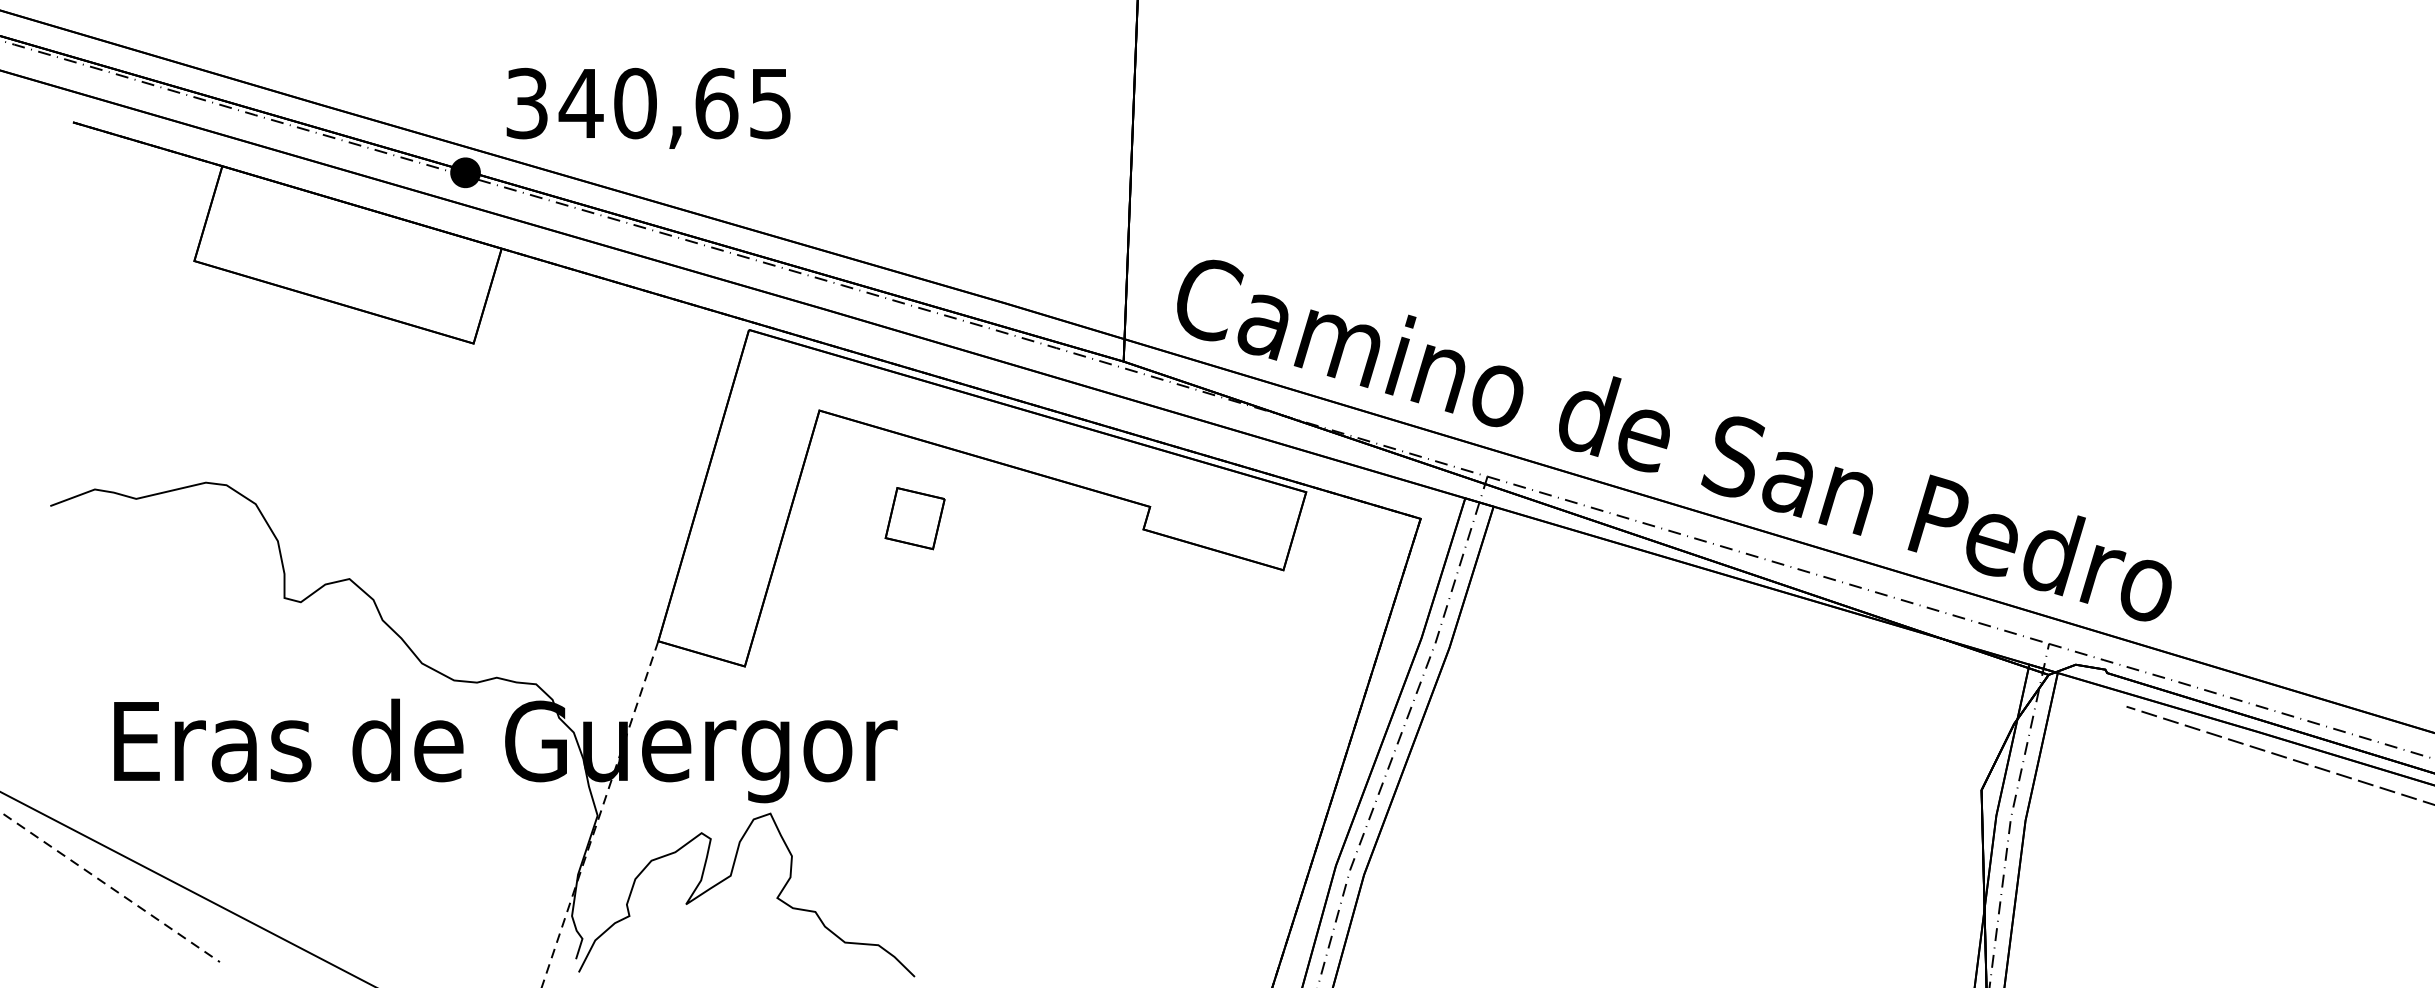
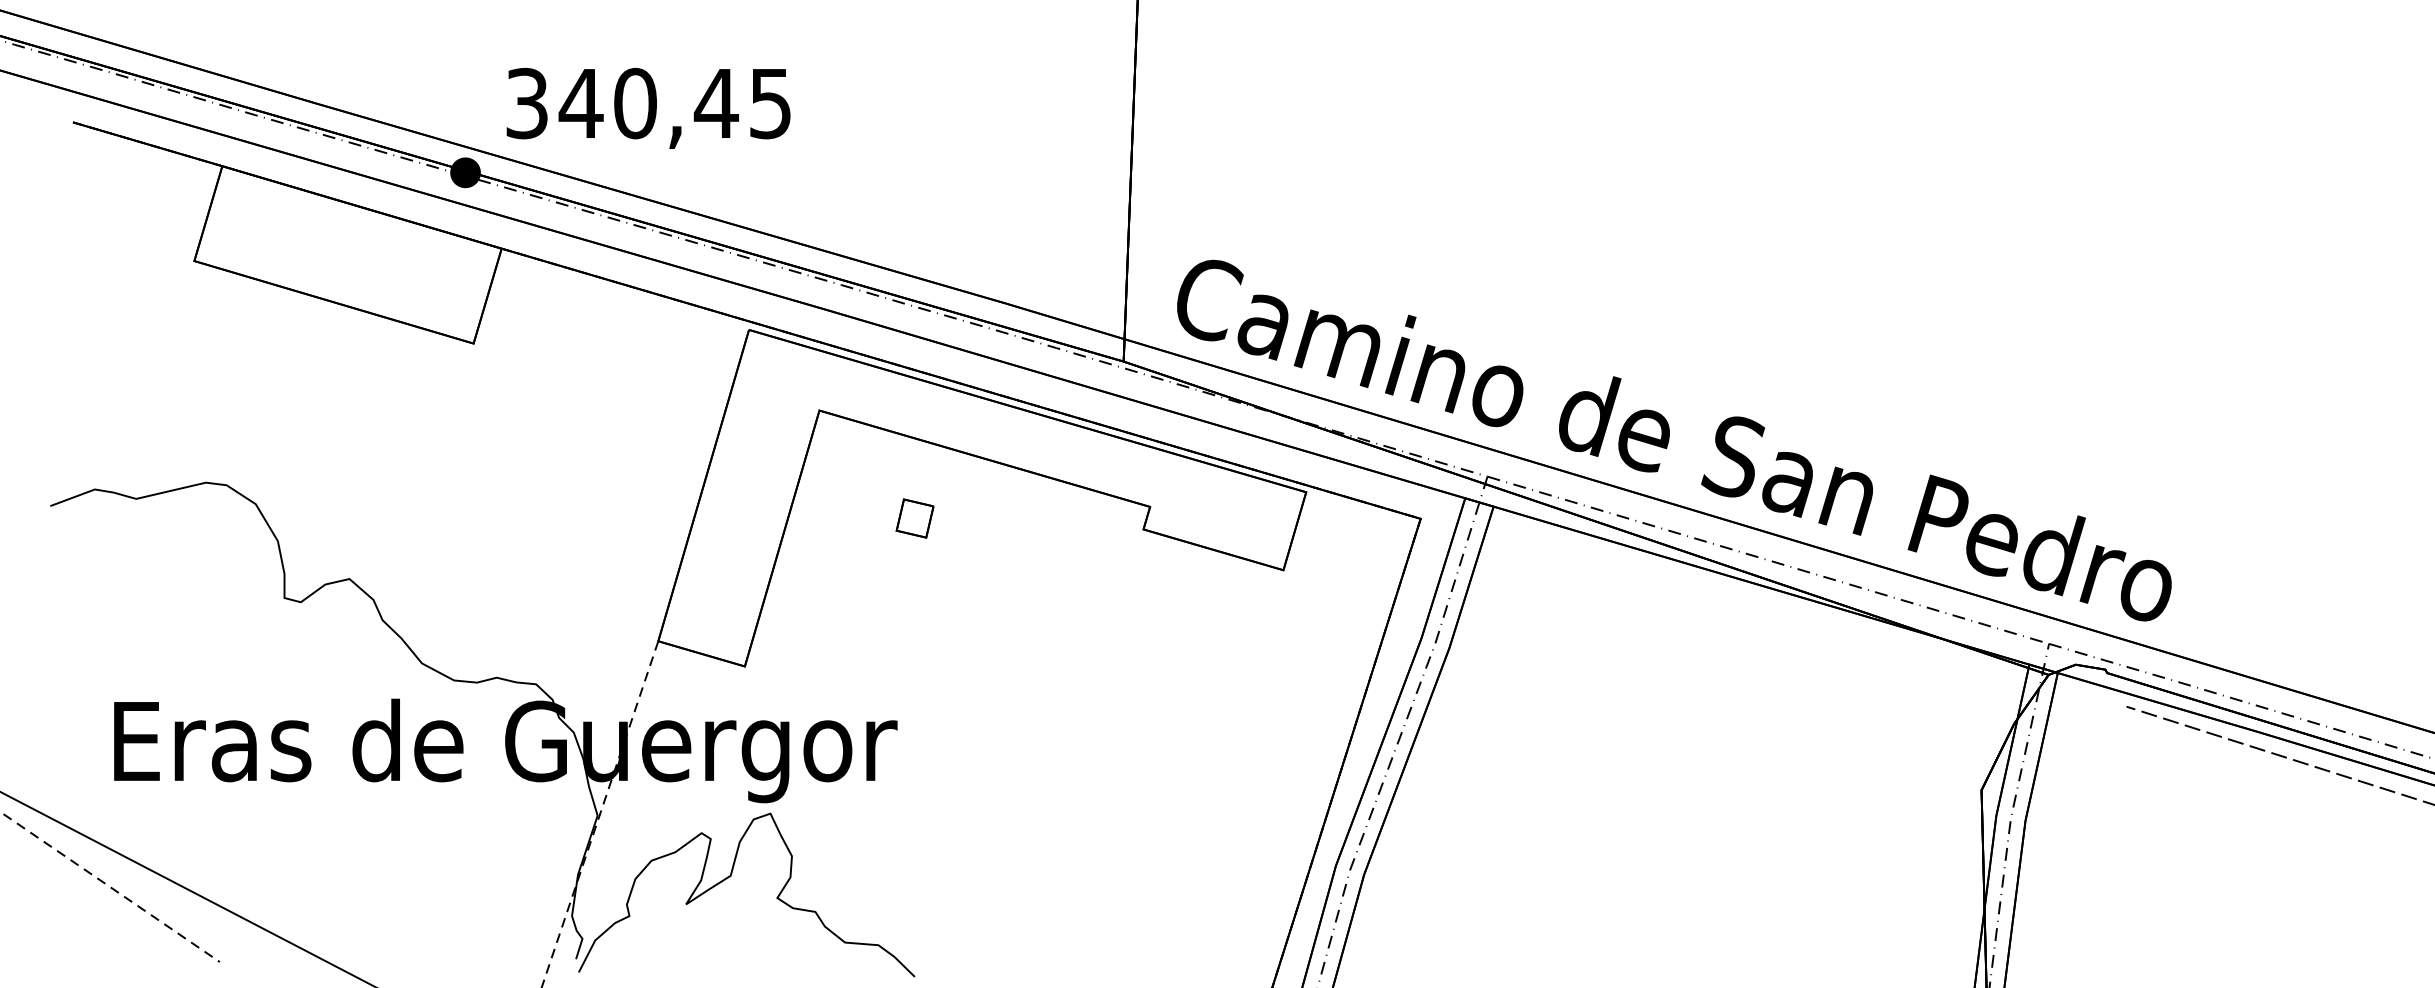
text at (715, 103): 340,65 -> 340,45
part at (914, 518) size: 62x64 px -> 40x41 px
